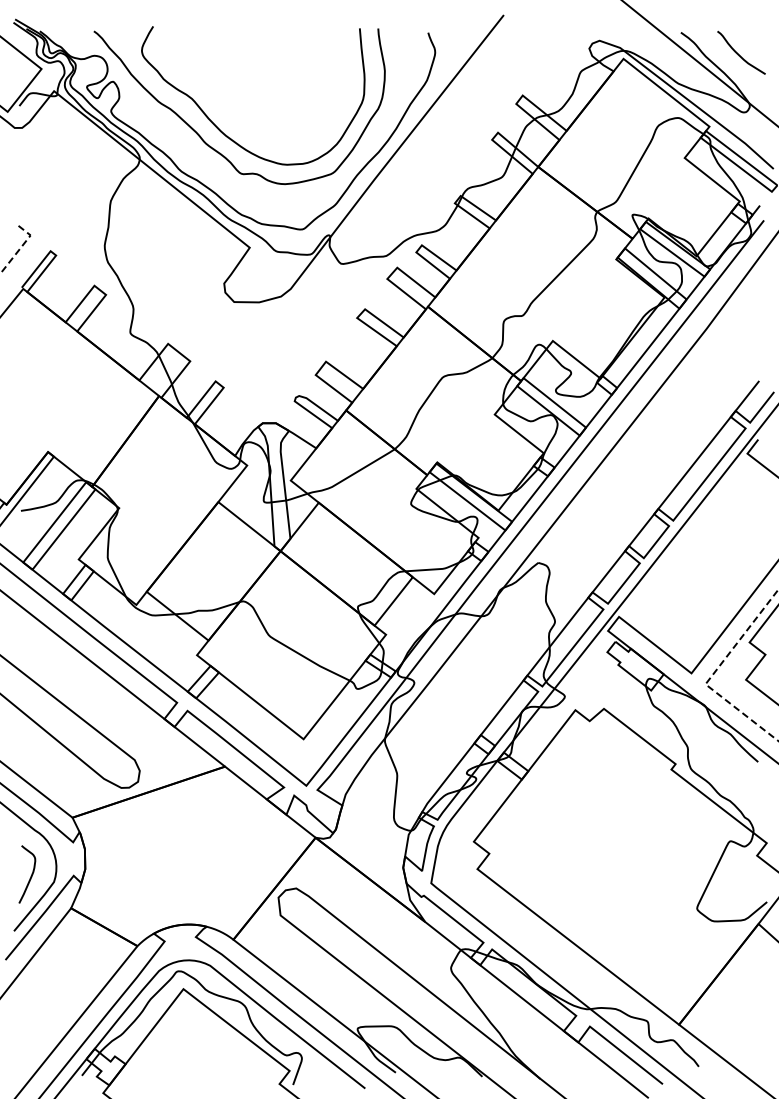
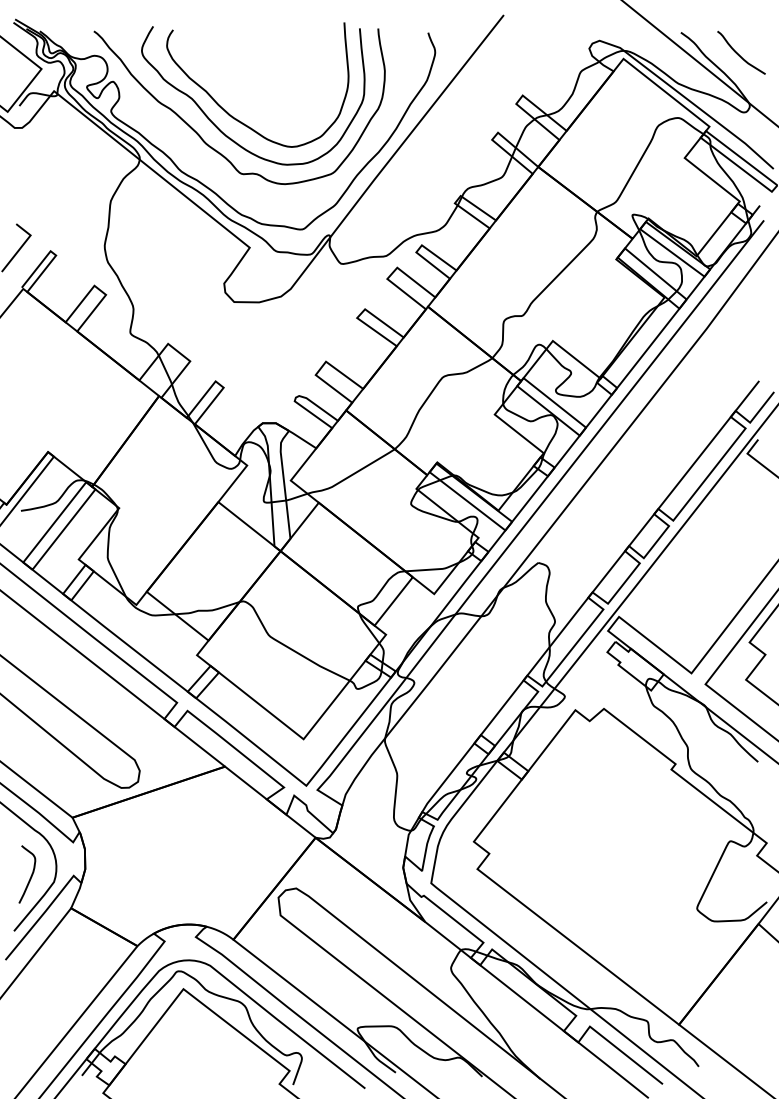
curve at (232, 115): none -> present
line at (22, 245): dashed -> solid
line at (712, 674): dashed -> solid
